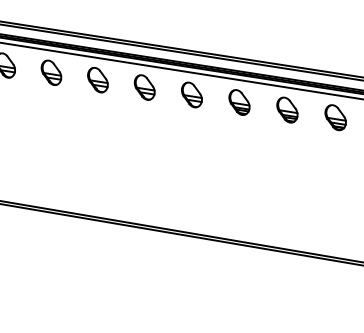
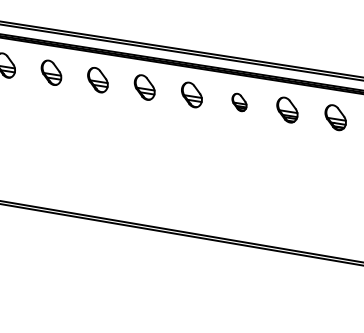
line at (181, 70): present -> none
part at (239, 102) size: 23x27 px -> 17x21 px
